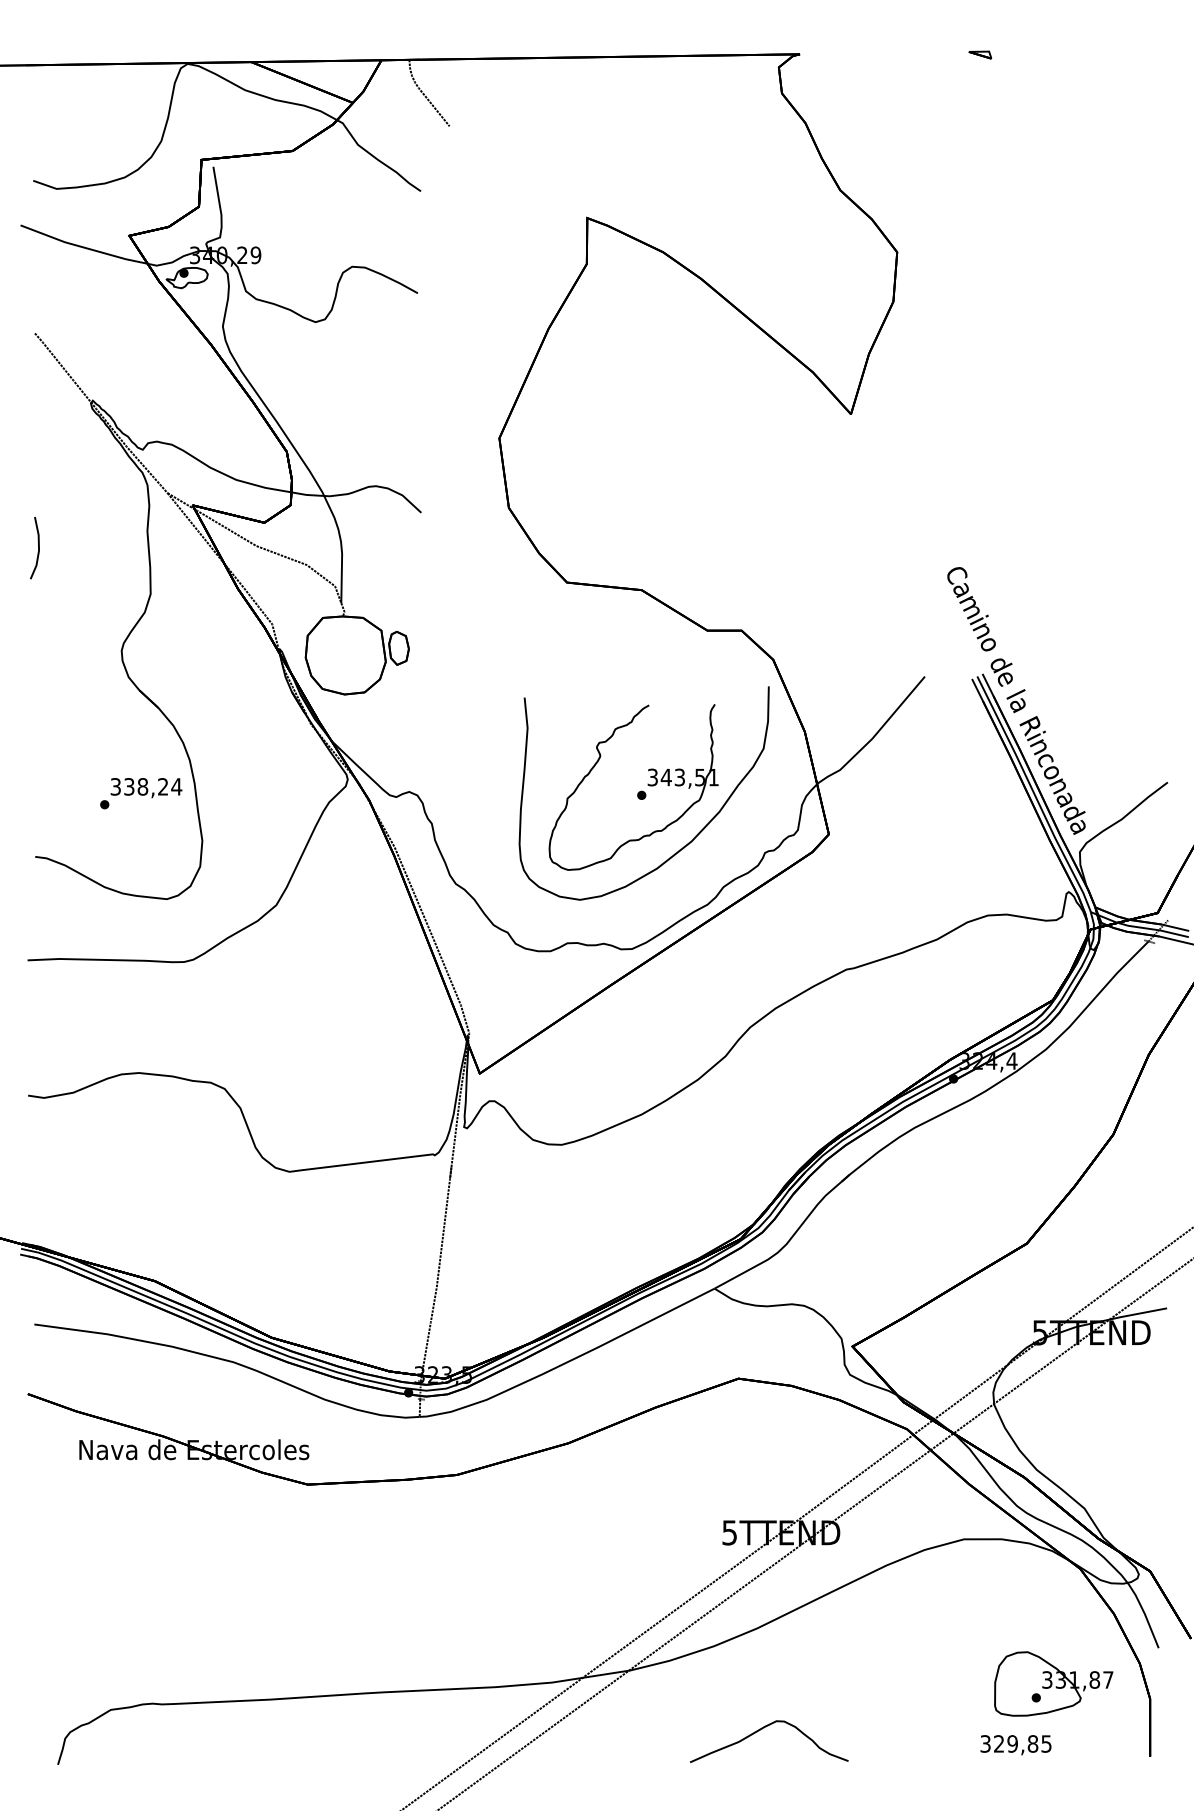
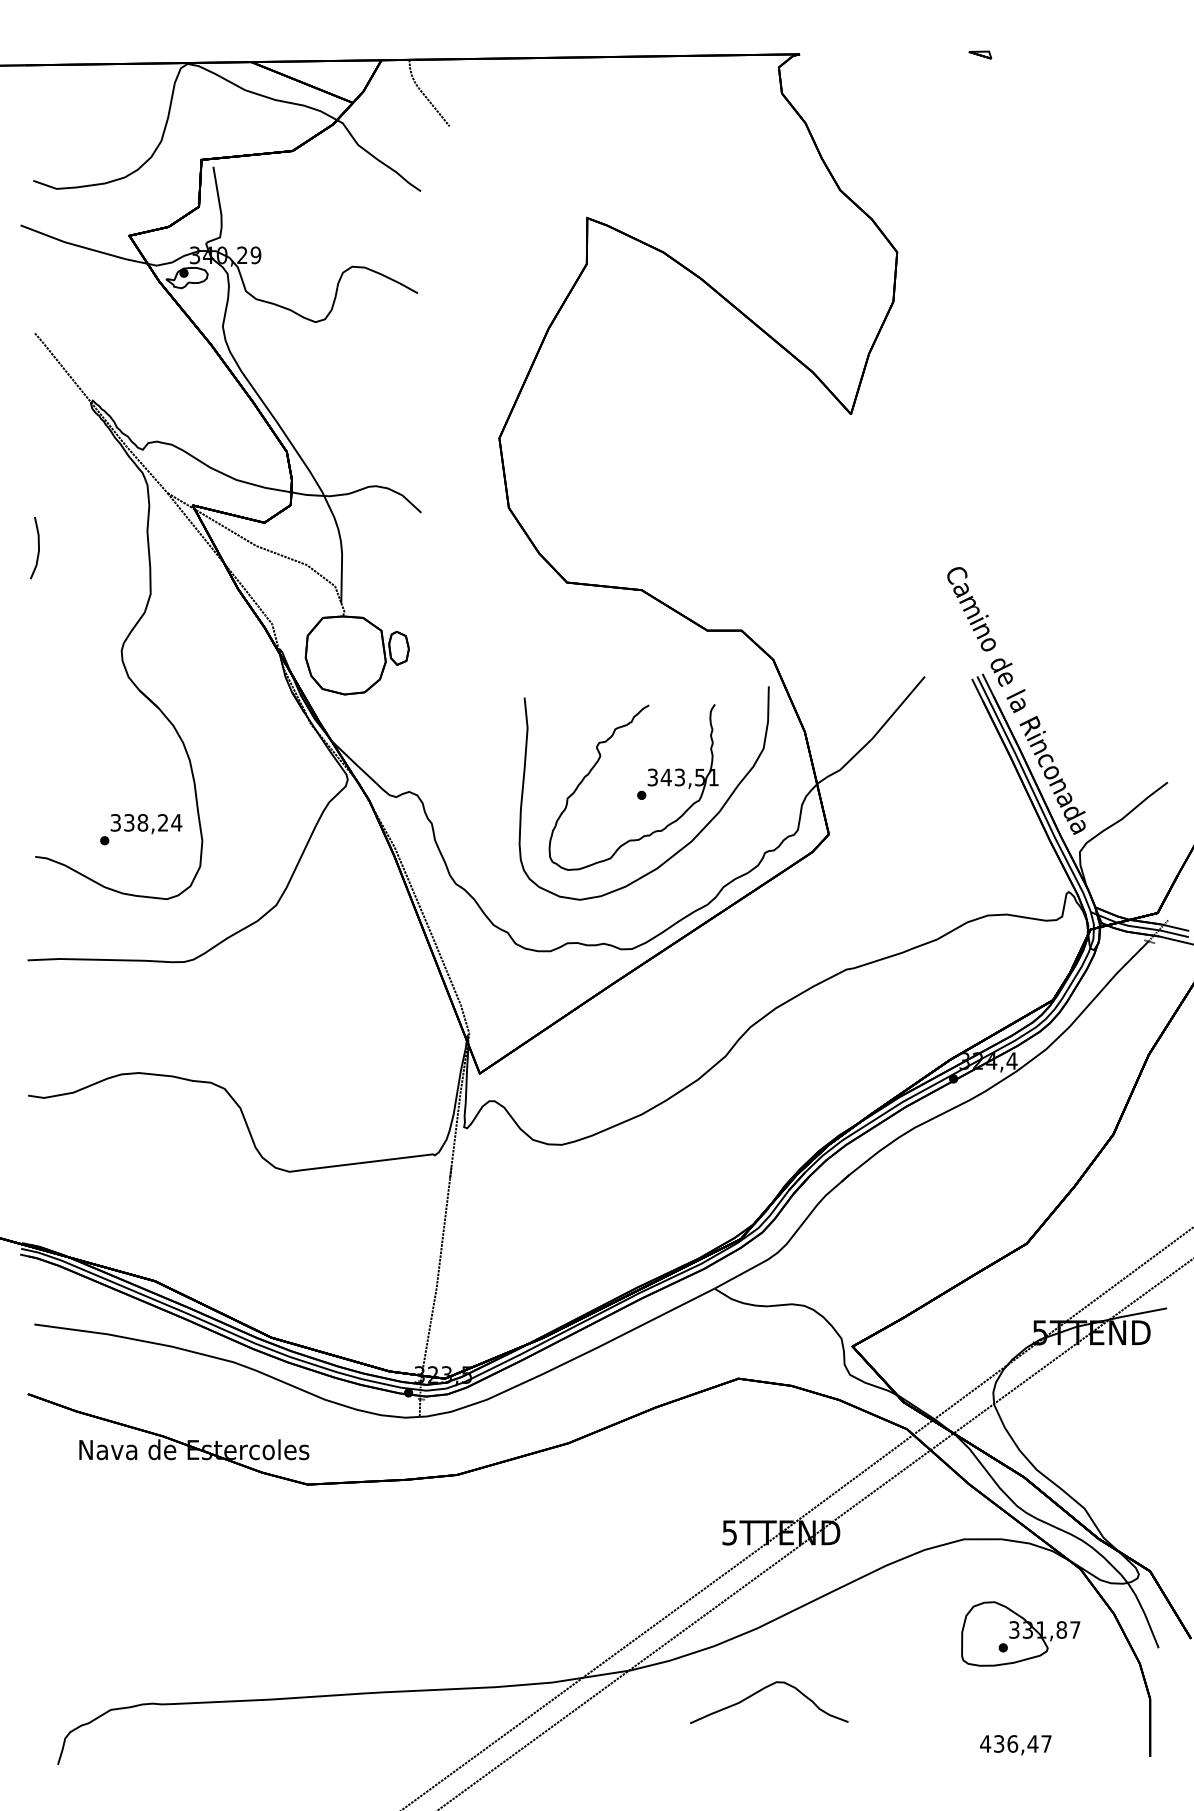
text at (141, 793) position: (141, 793) -> (141, 829)
part at (1053, 1683) position: (1053, 1683) -> (1020, 1633)
part at (762, 1729) position: (762, 1729) -> (762, 1690)
text at (1015, 1743): 329,85 -> 436,47
